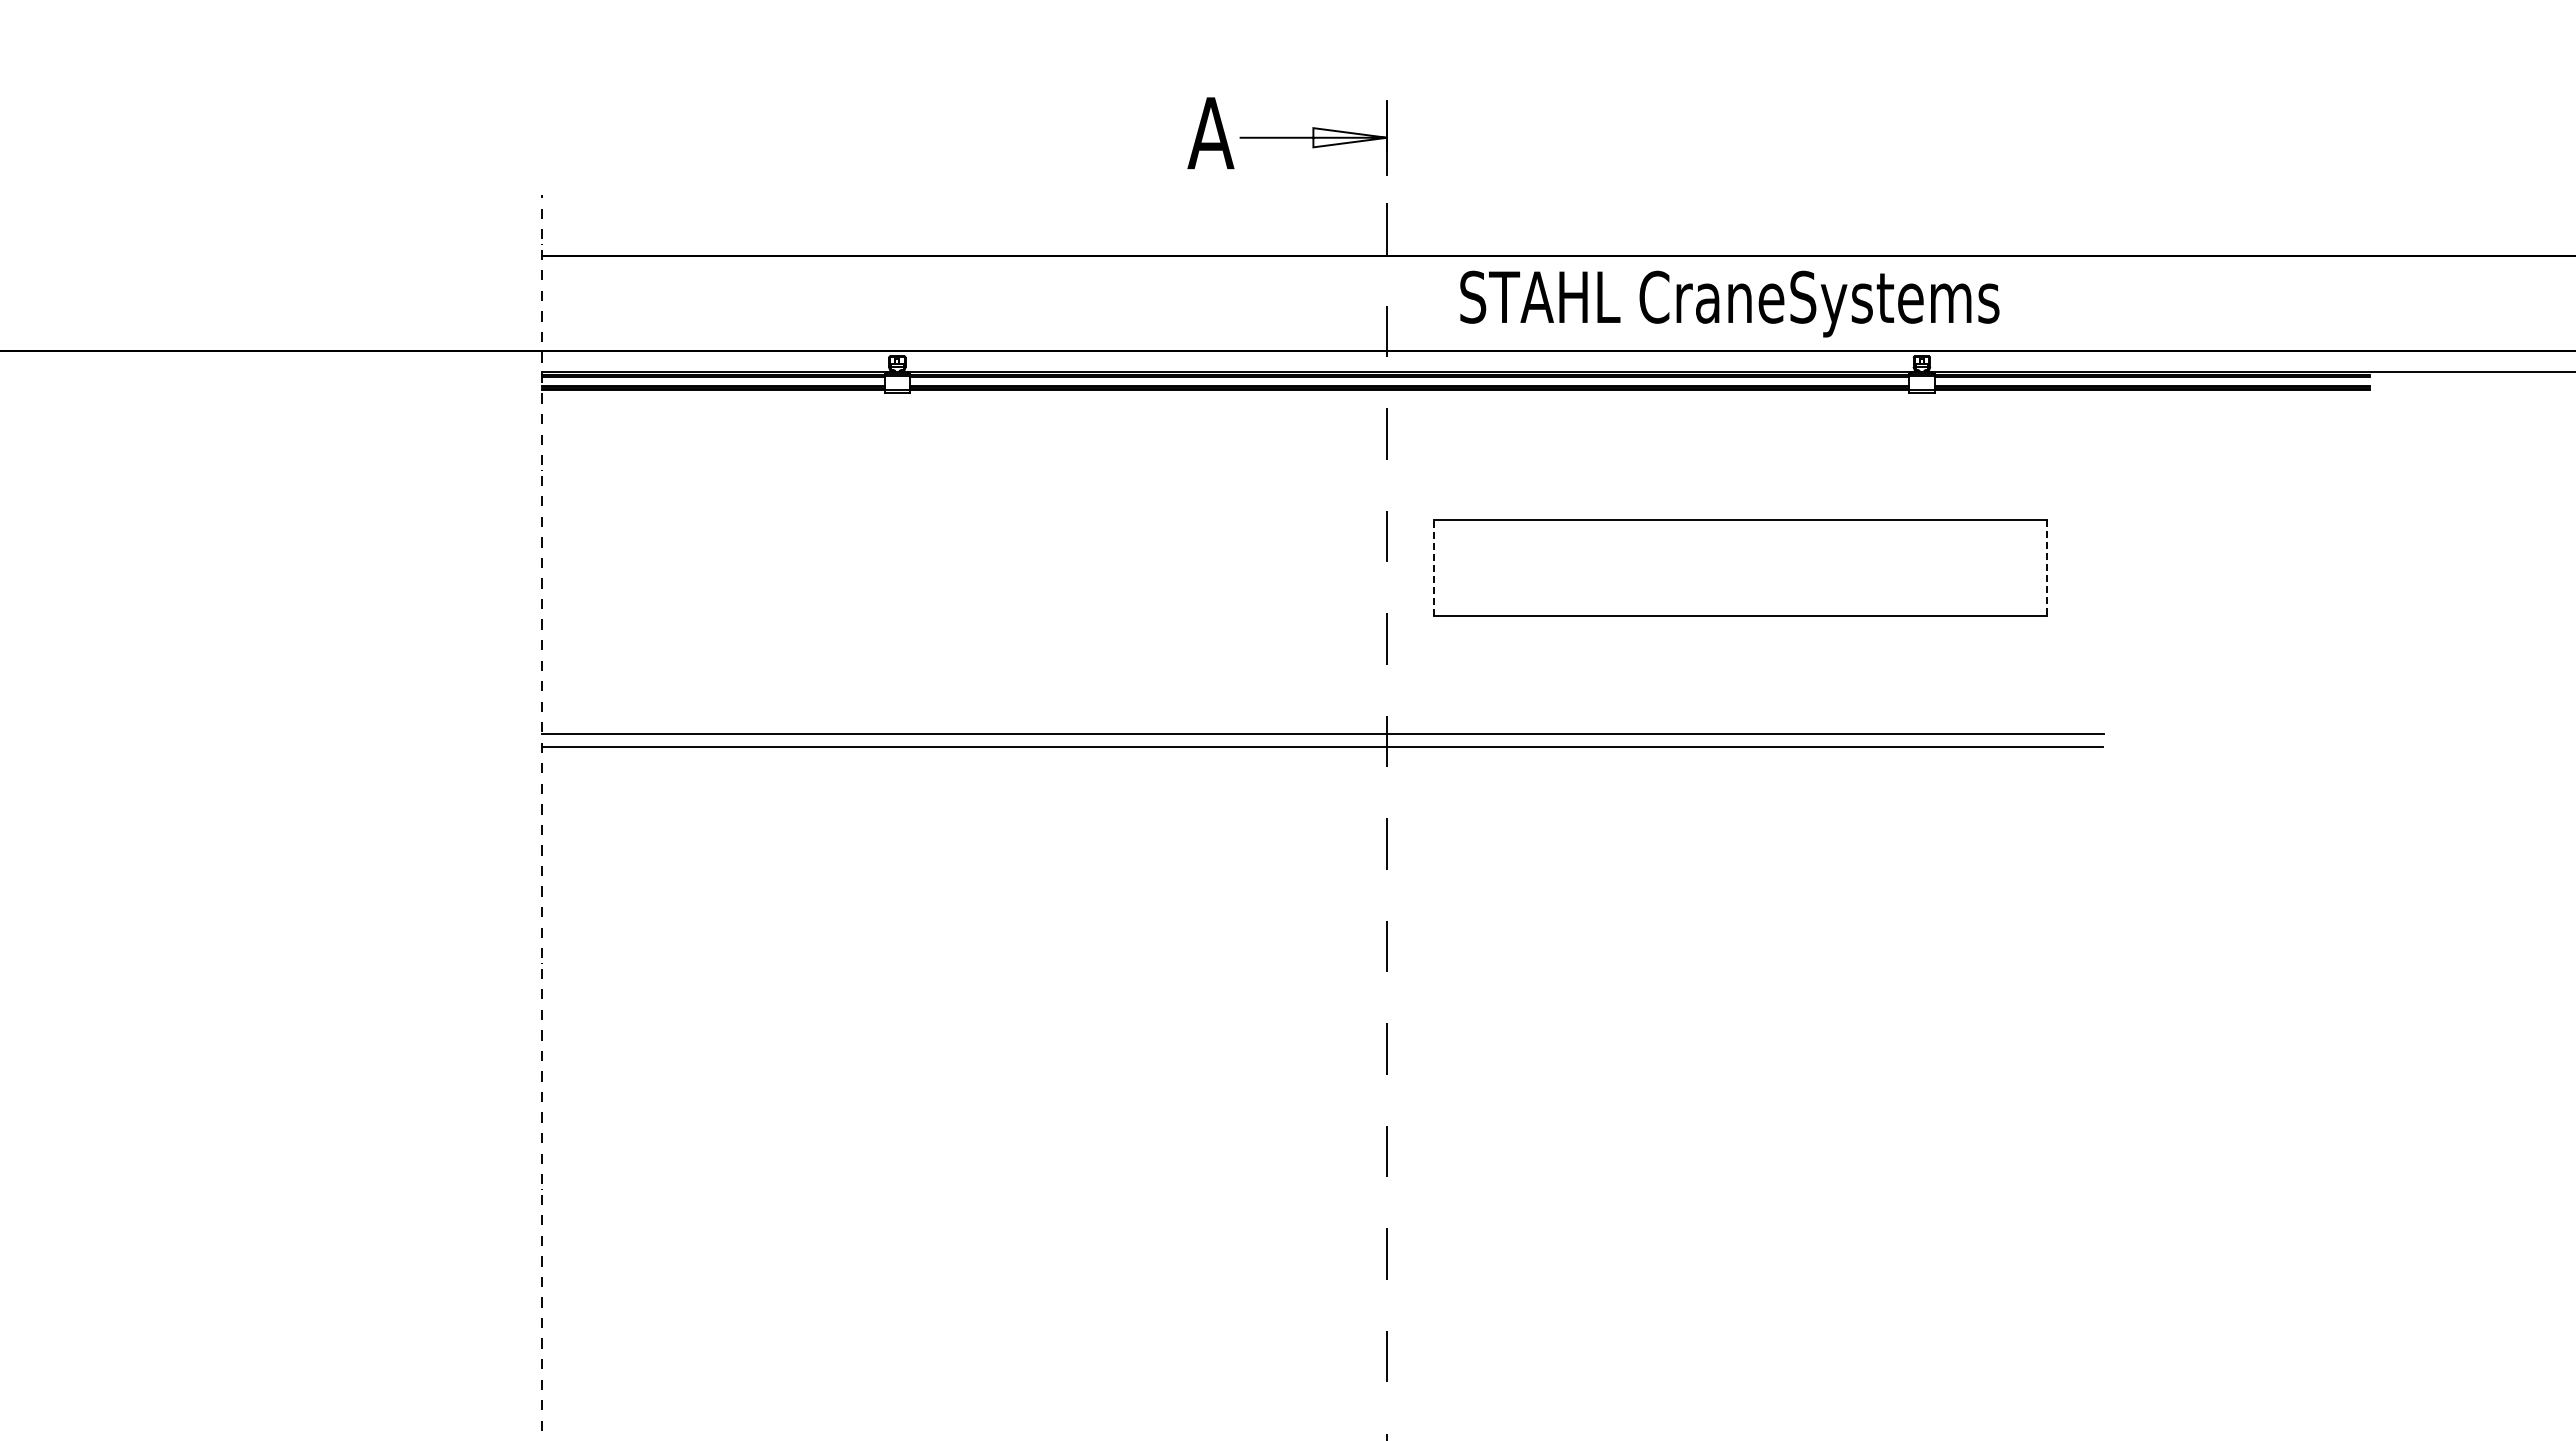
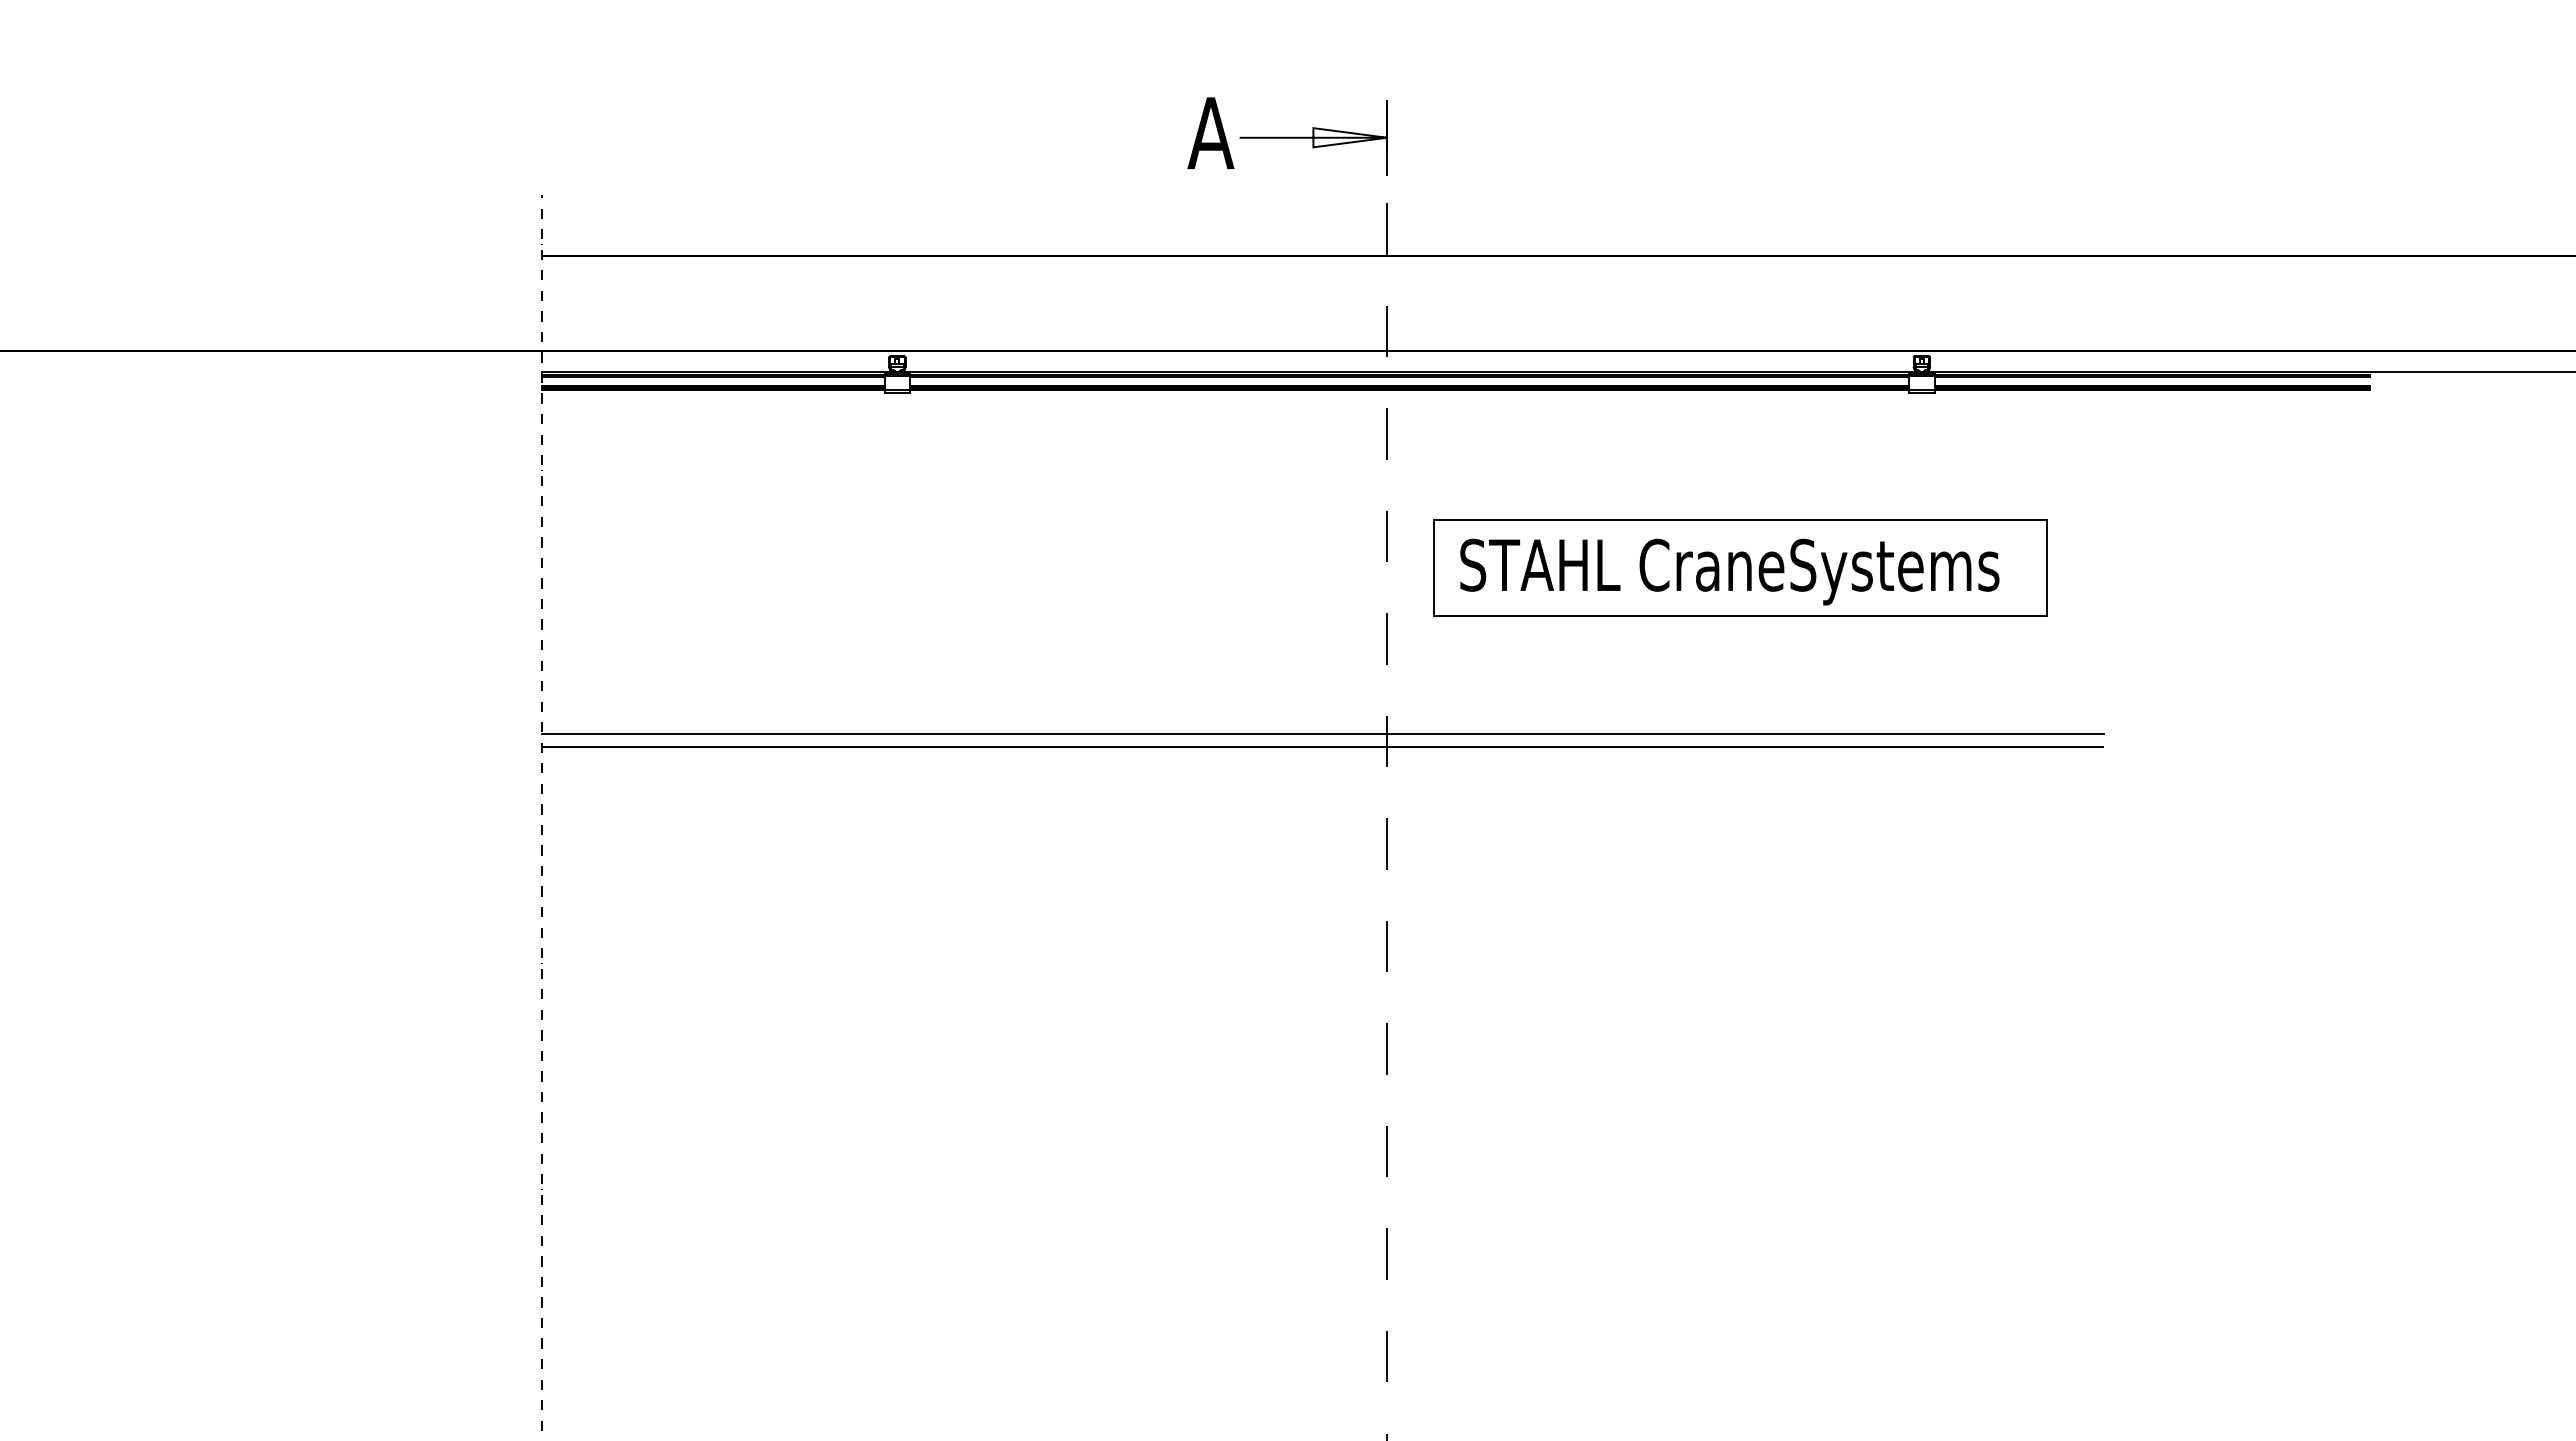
text at (1729, 303) position: (1729, 303) -> (1729, 571)
line at (1433, 567): dashed -> solid
line at (2047, 568): dashed -> solid
